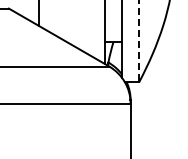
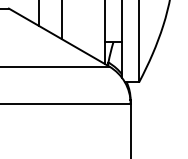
line at (62, 20): none -> present
line at (139, 41): dashed -> solid
